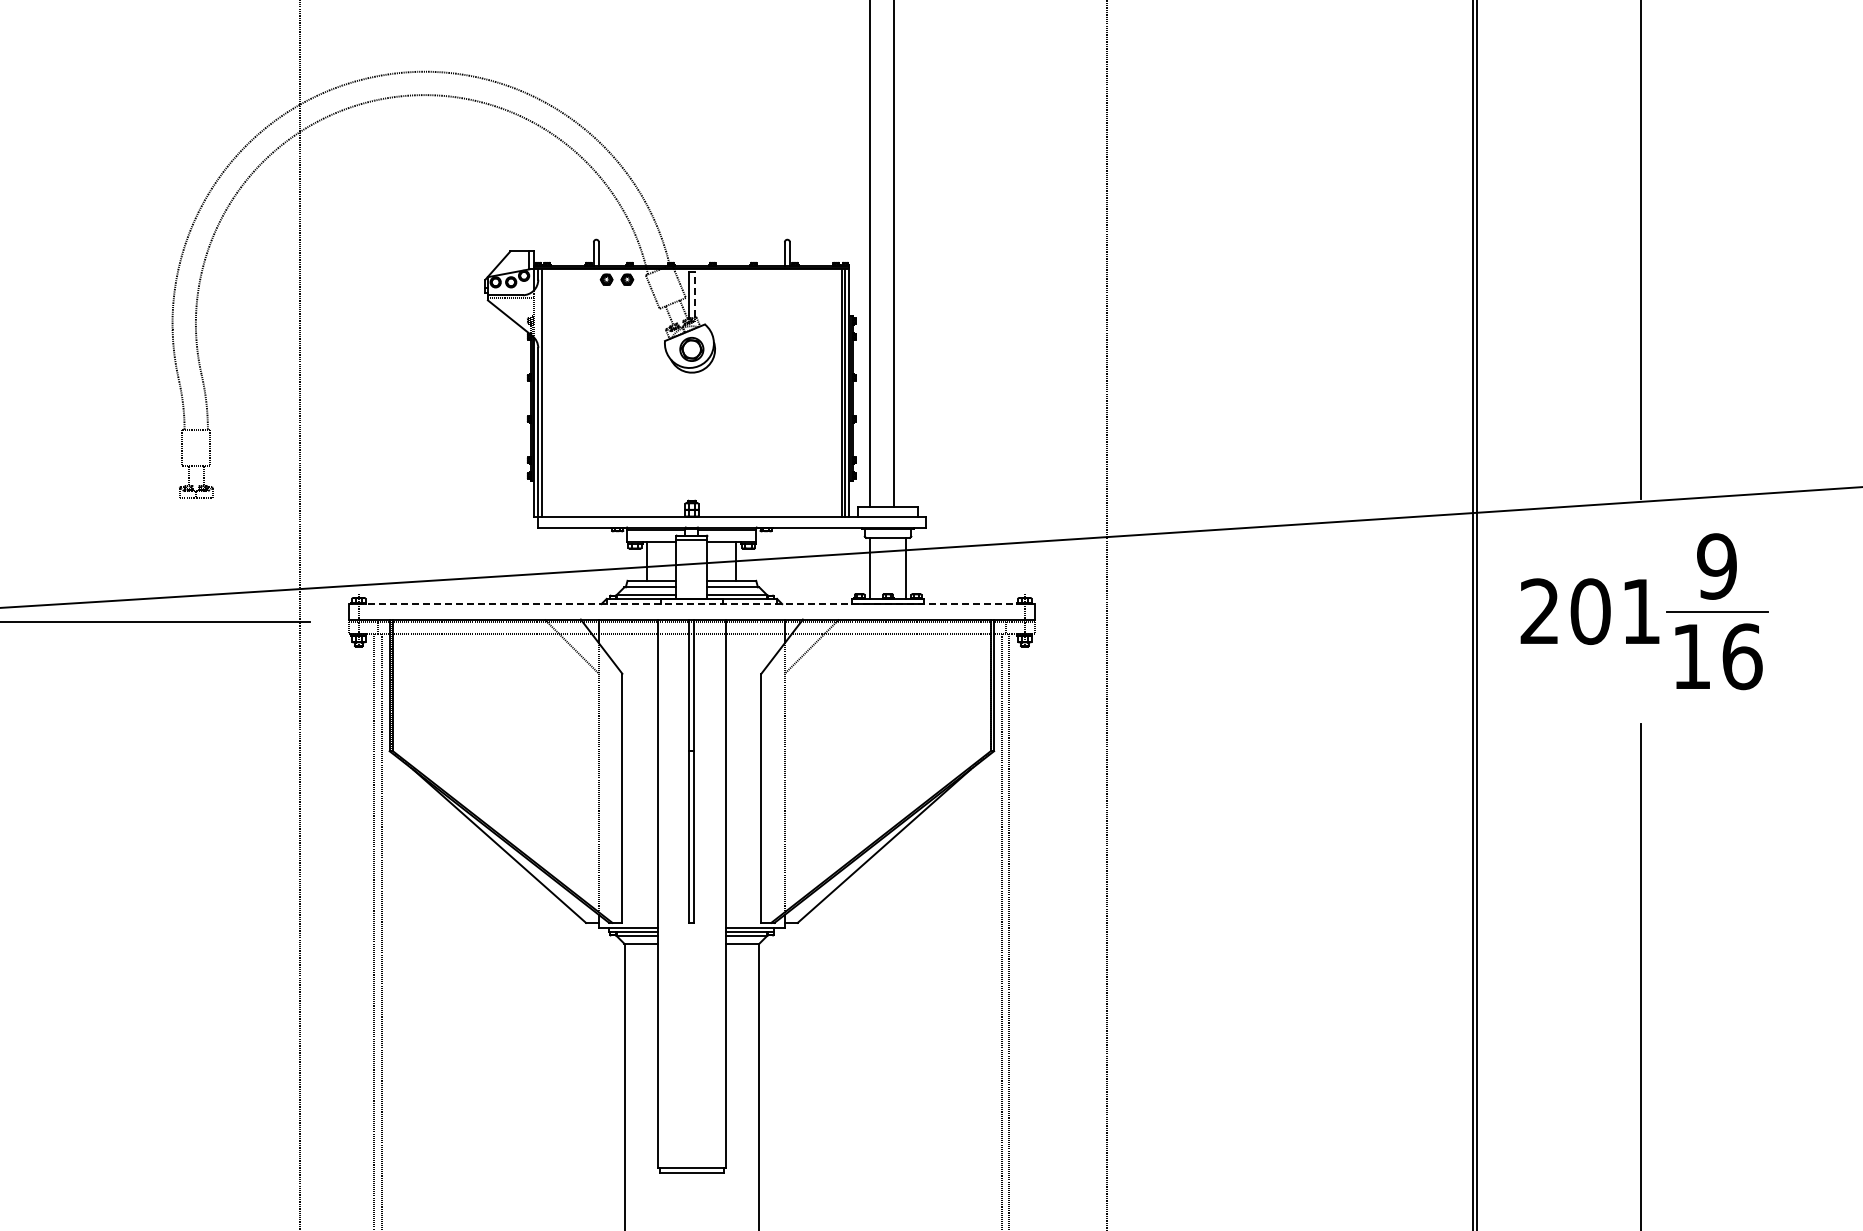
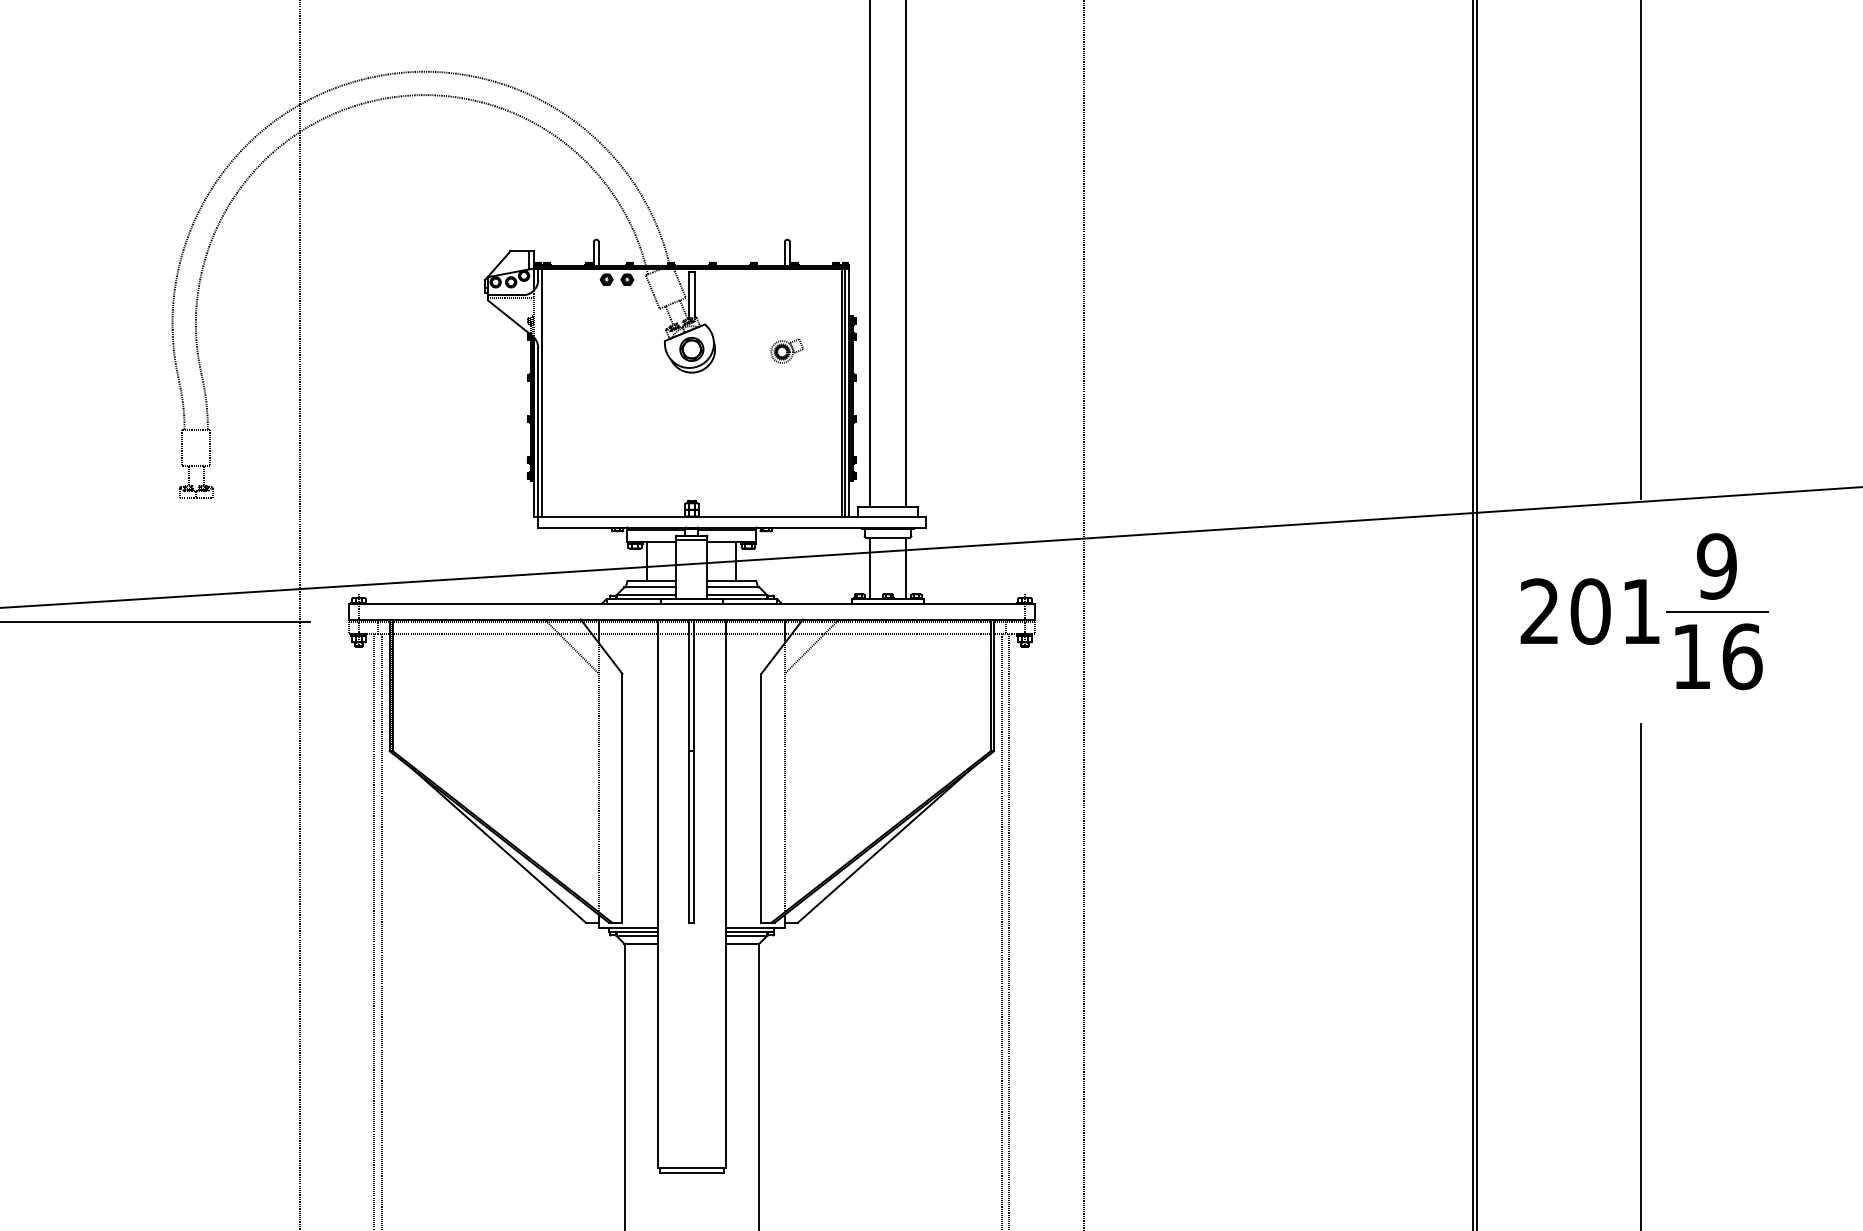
line at (894, 254) position: (894, 254) -> (906, 254)
line at (695, 294): dashed -> solid
part at (787, 350): none -> present
line at (691, 604): dashed -> solid
line at (1107, 614) position: (1107, 614) -> (1084, 614)
